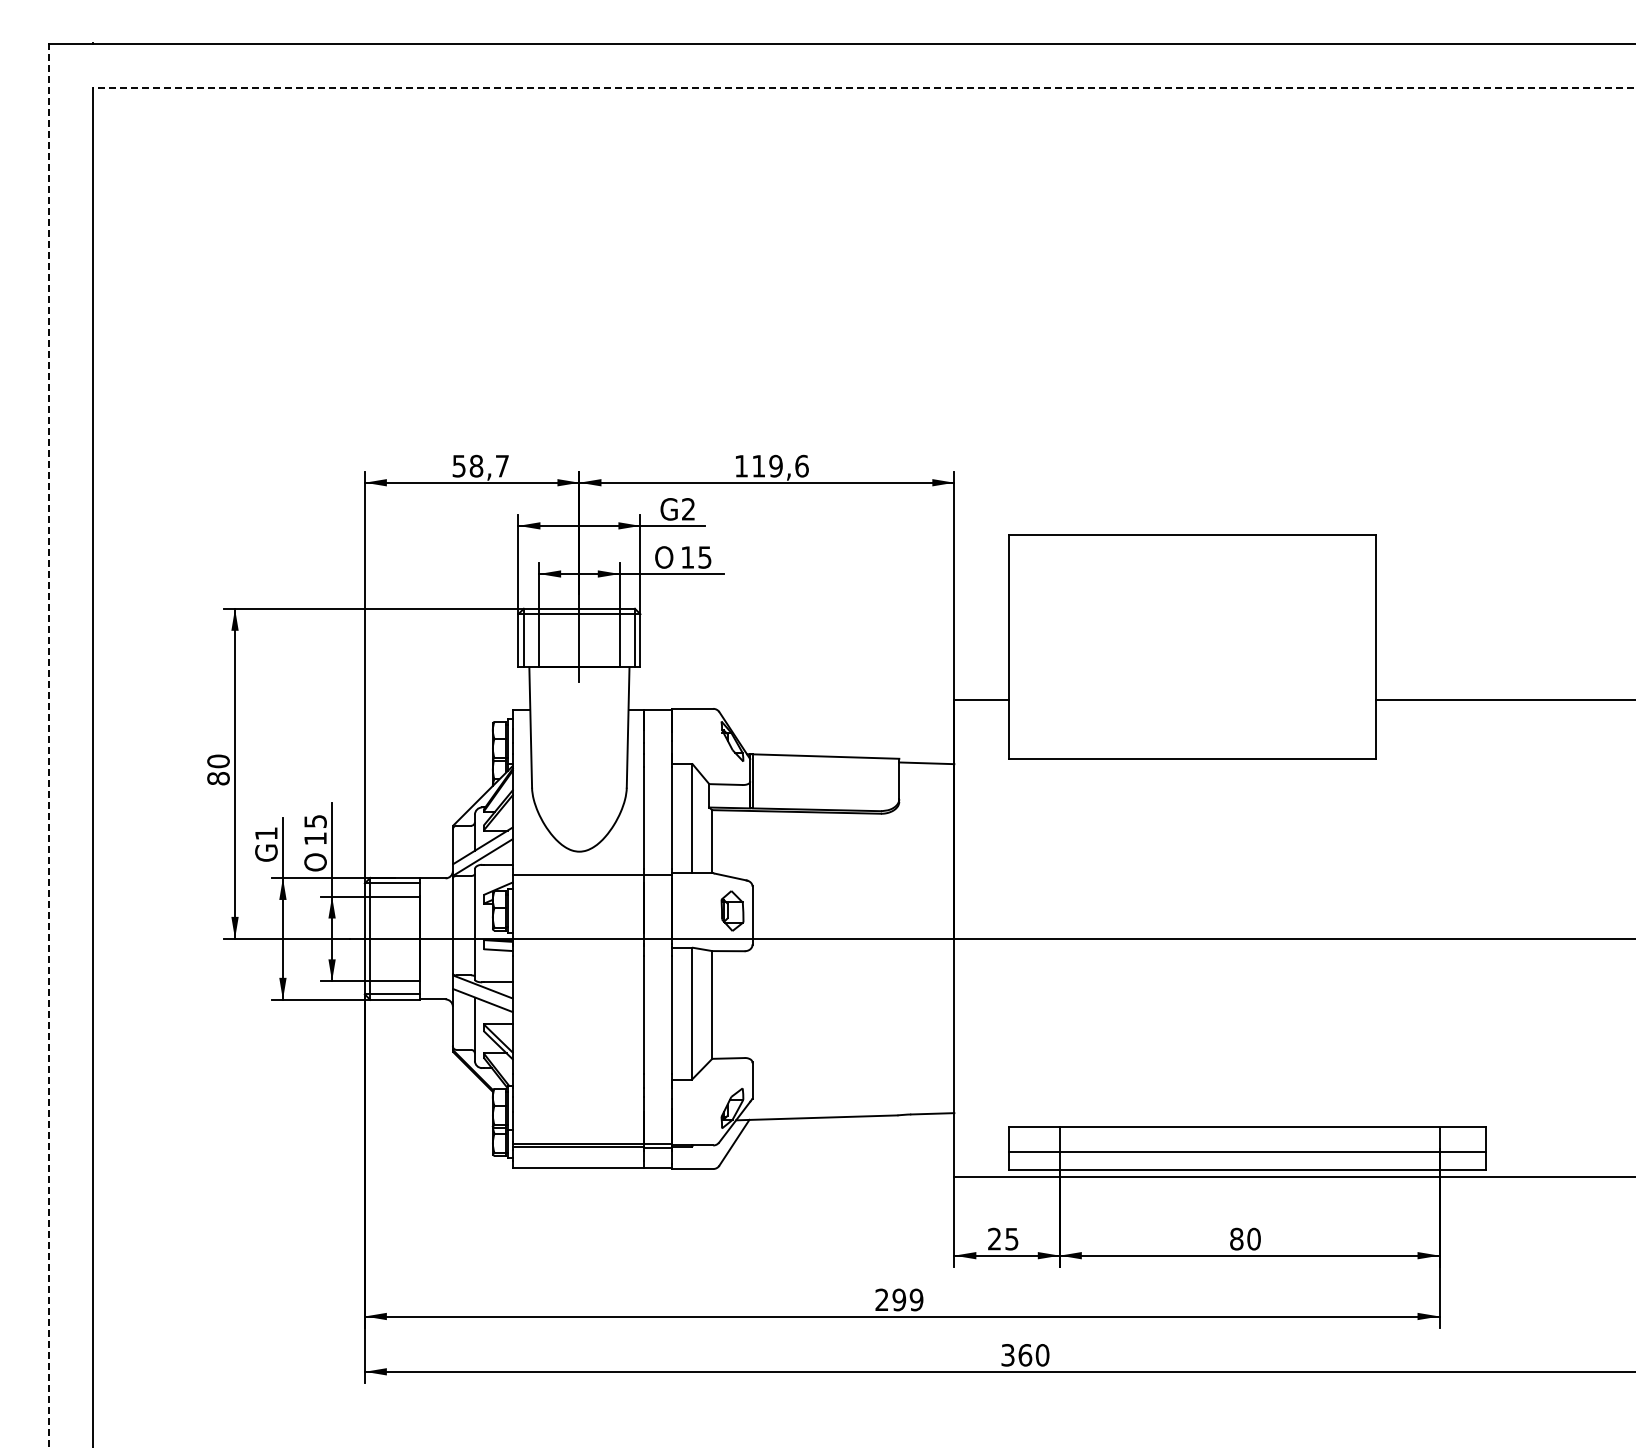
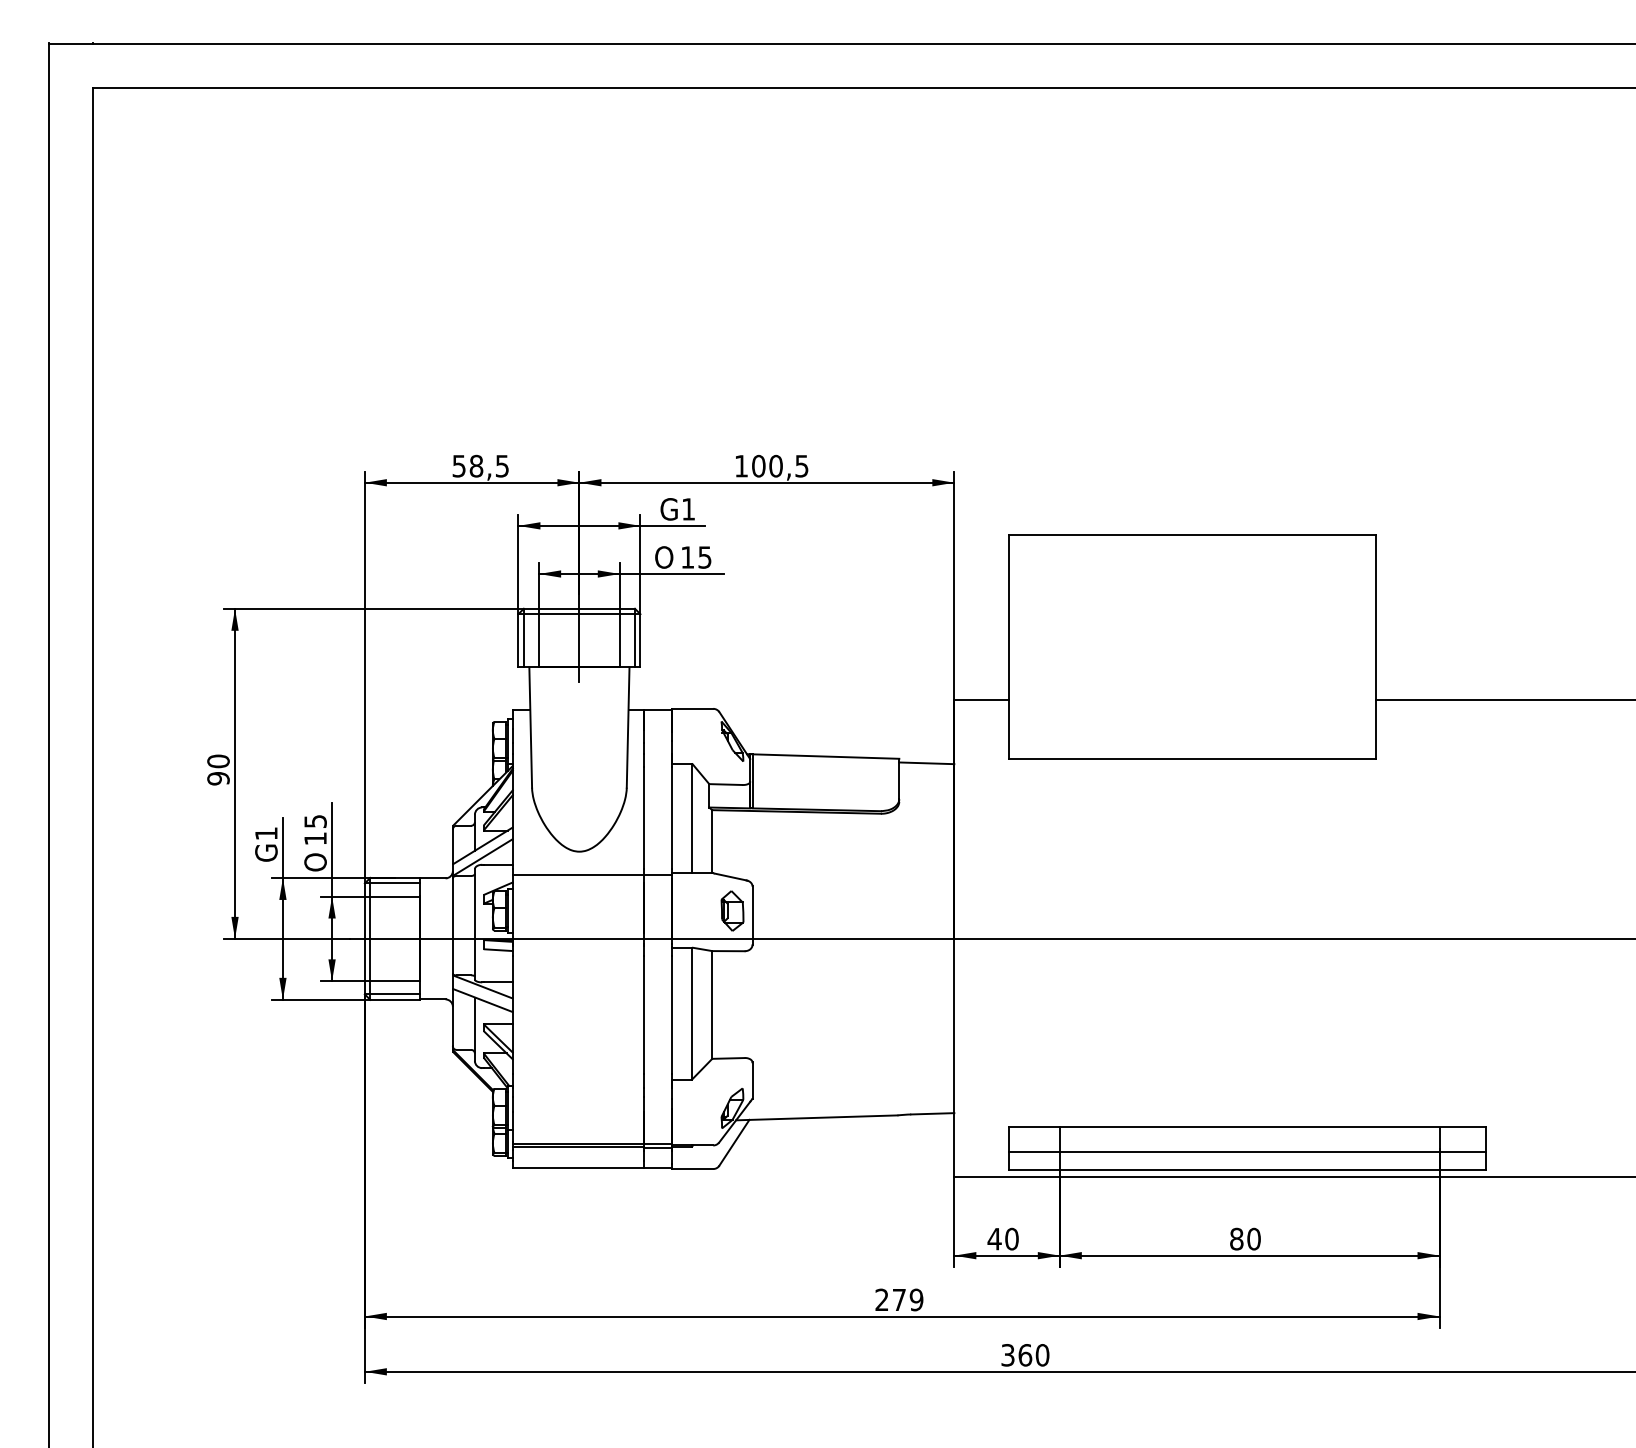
line at (864, 87): dashed -> solid
text at (780, 465): 119,6 -> 100,5
text at (502, 466): 58,7 -> 58,5
text at (688, 509): G2 -> G1
line at (49, 745): dashed -> solid
text at (218, 778): 80 -> 90
text at (1002, 1238): 25 -> 40
text at (899, 1299): 299 -> 279
